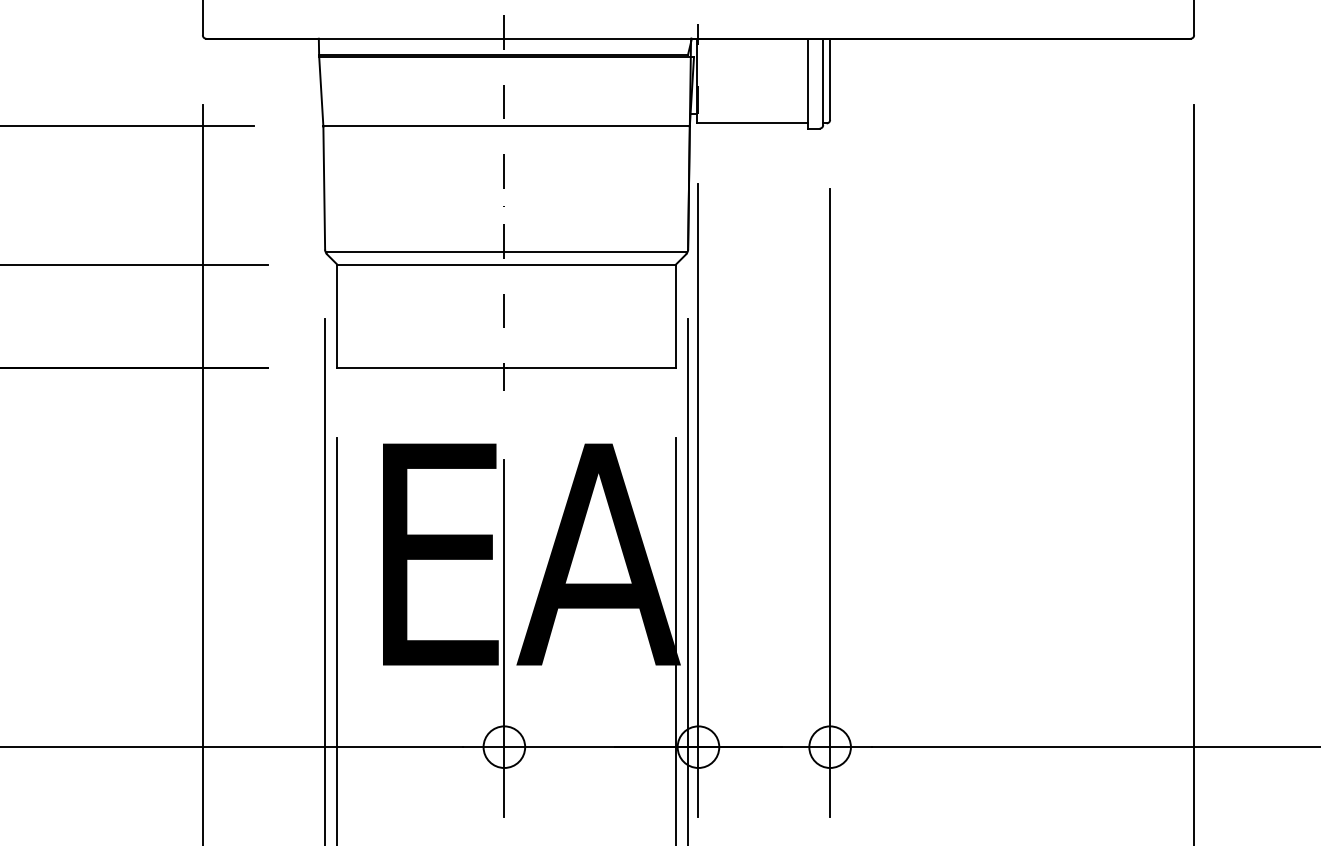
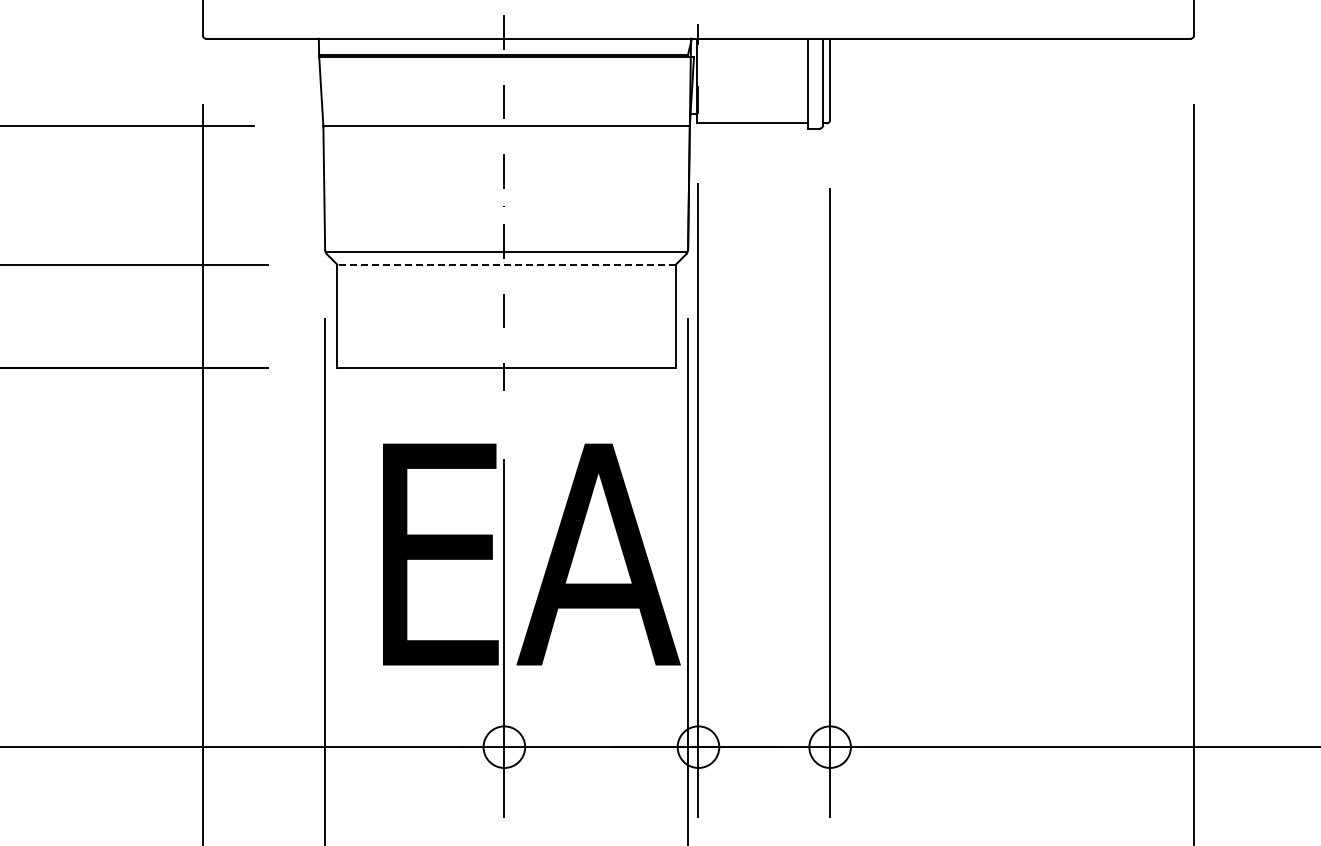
line at (506, 264): solid -> dashed
line at (337, 639): present -> none
line at (676, 639): present -> none
